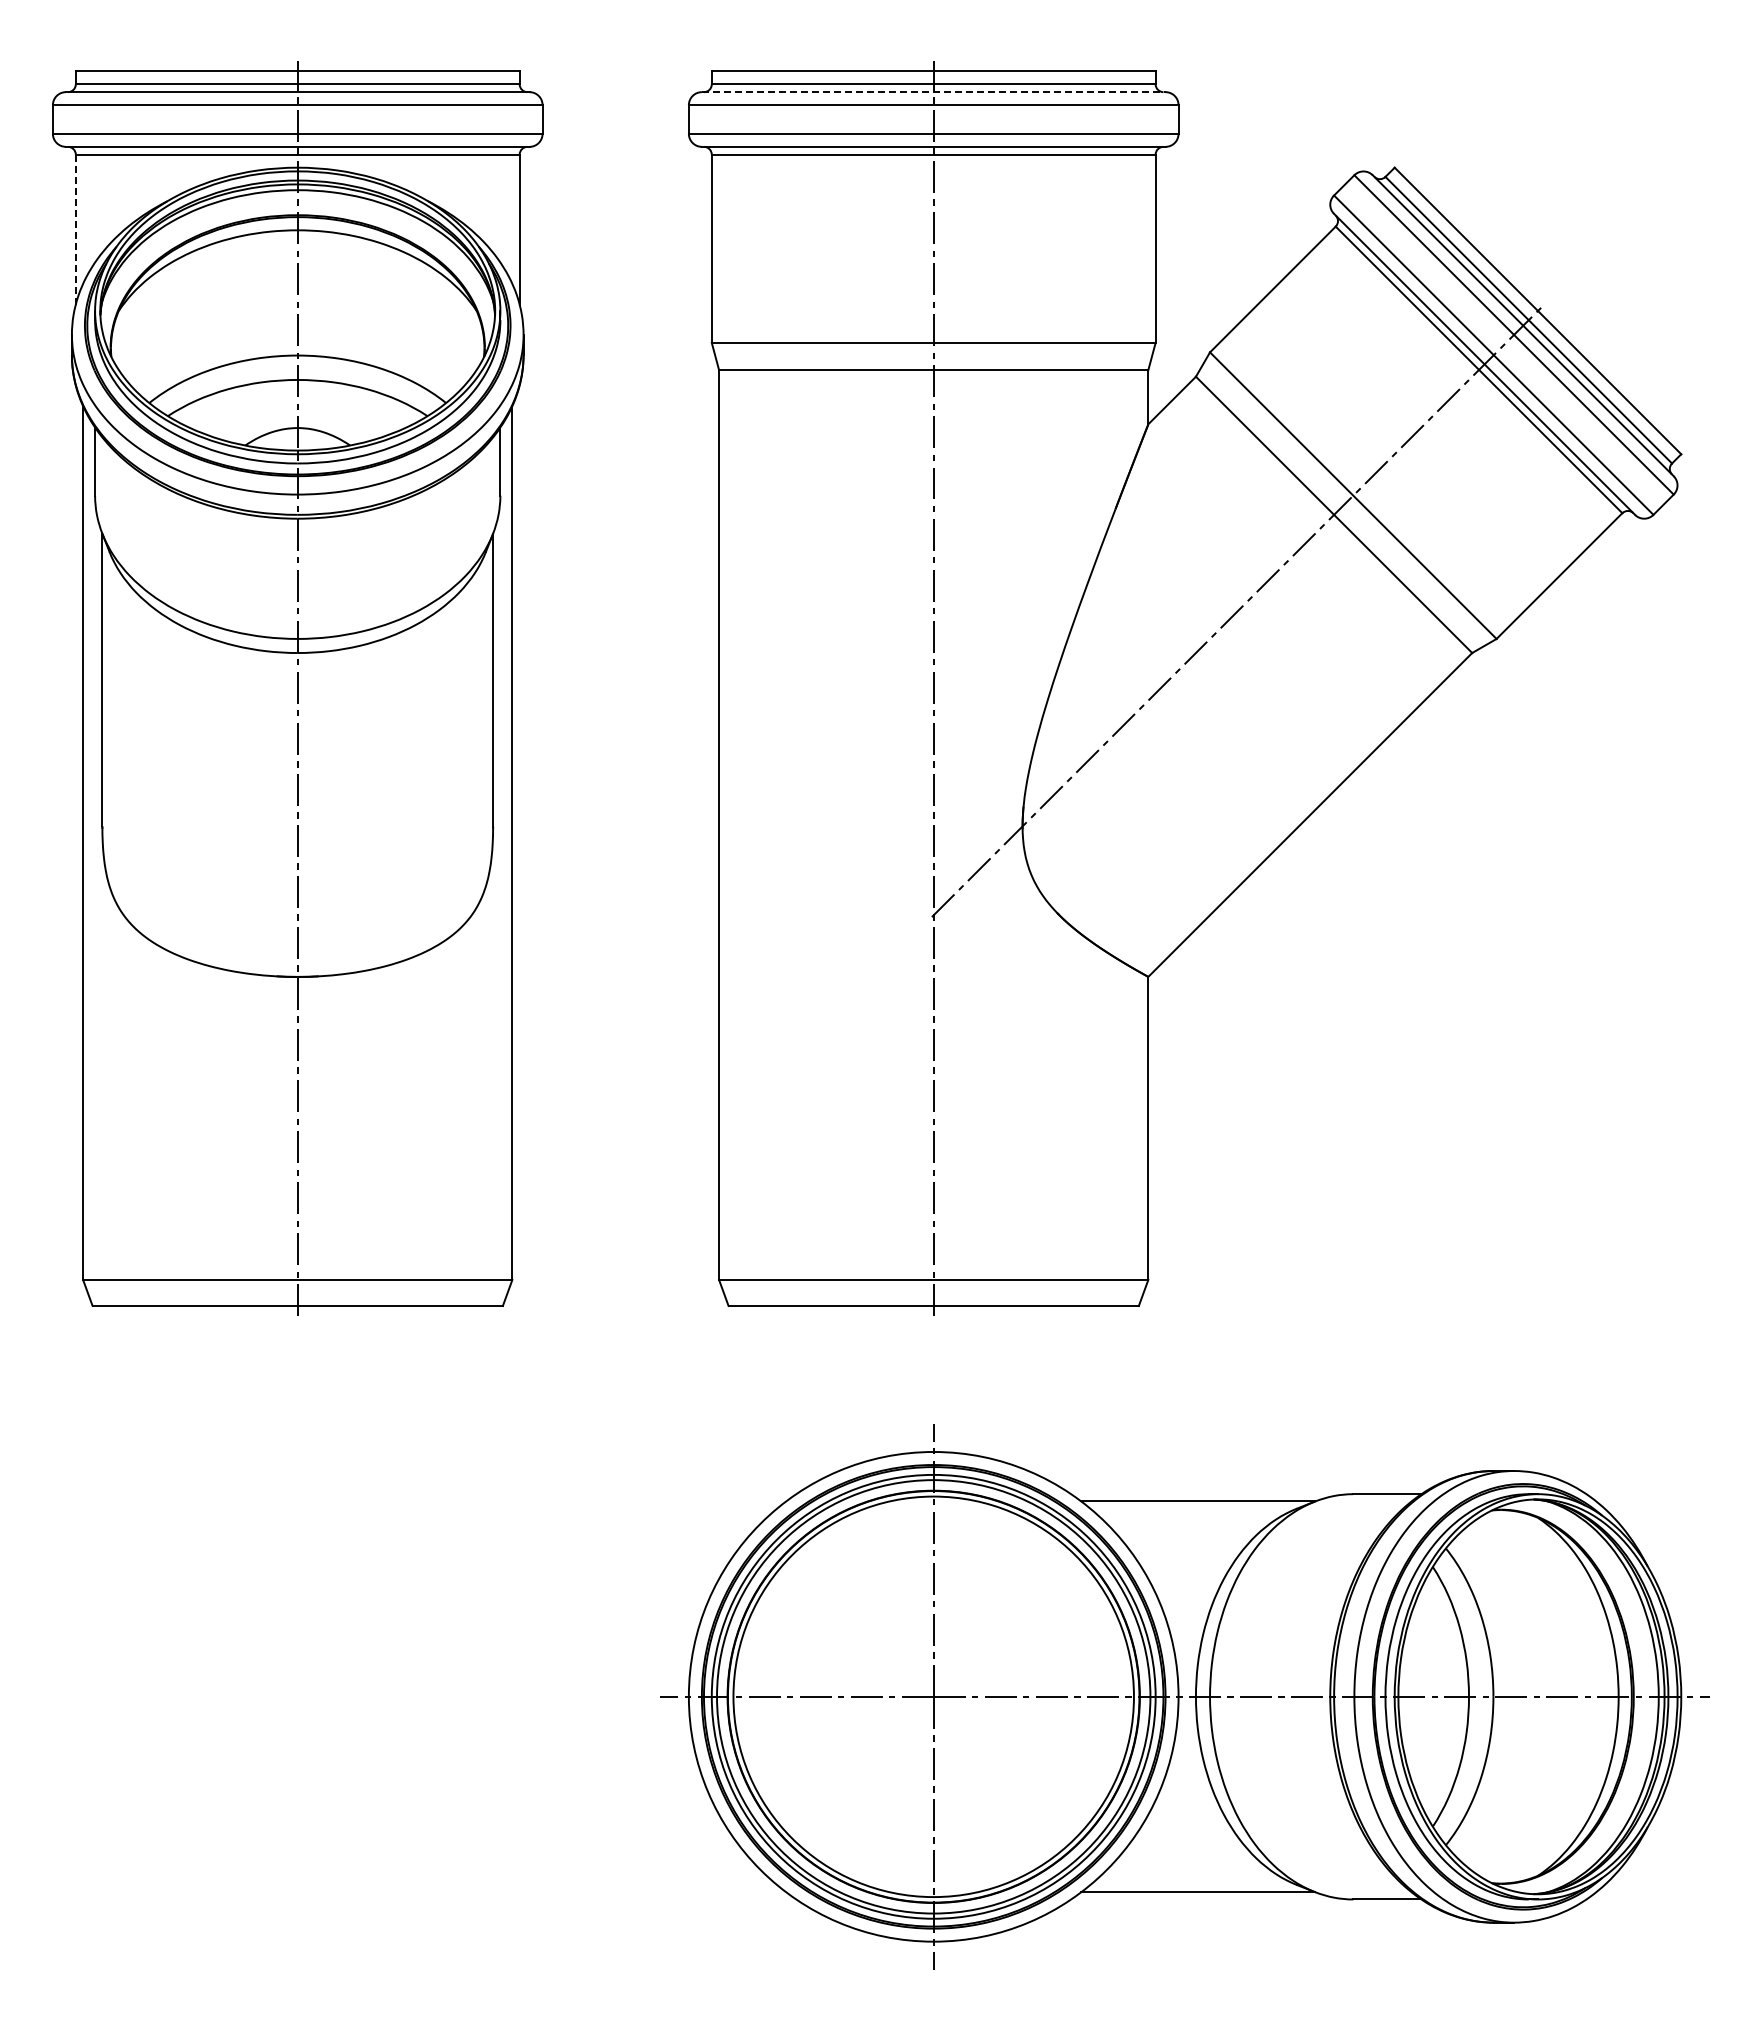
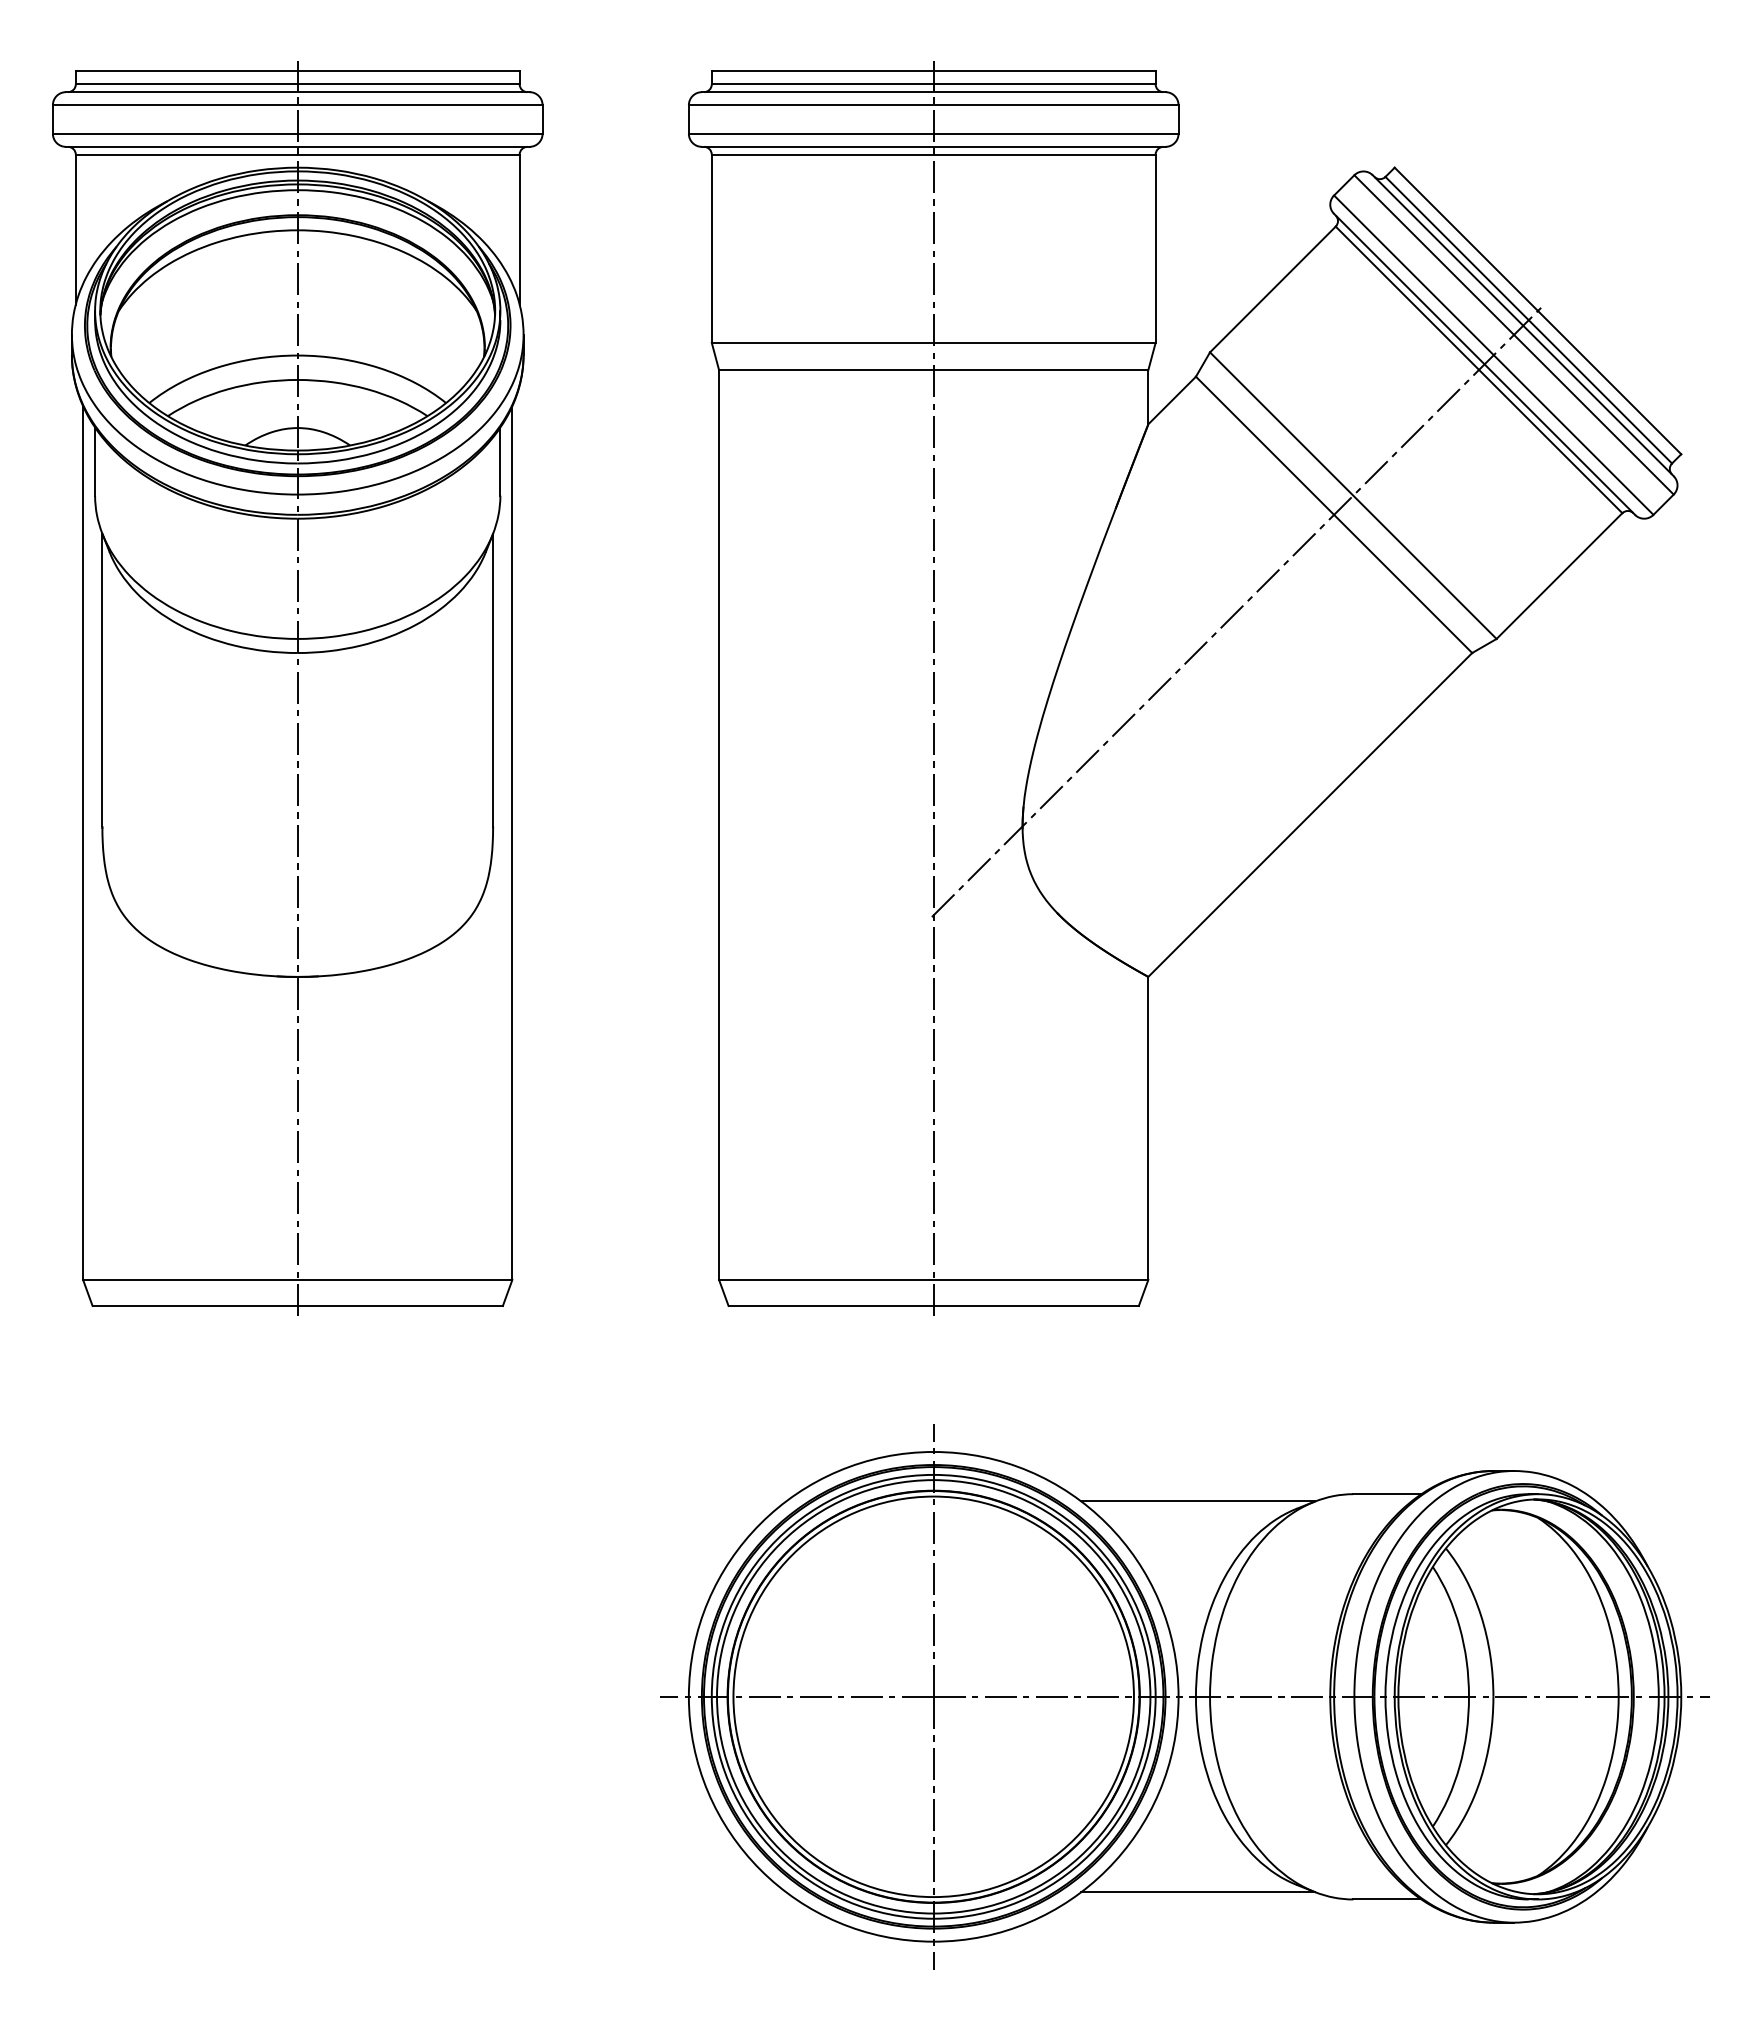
line at (933, 92): dashed -> solid
line at (75, 229): dashed -> solid
